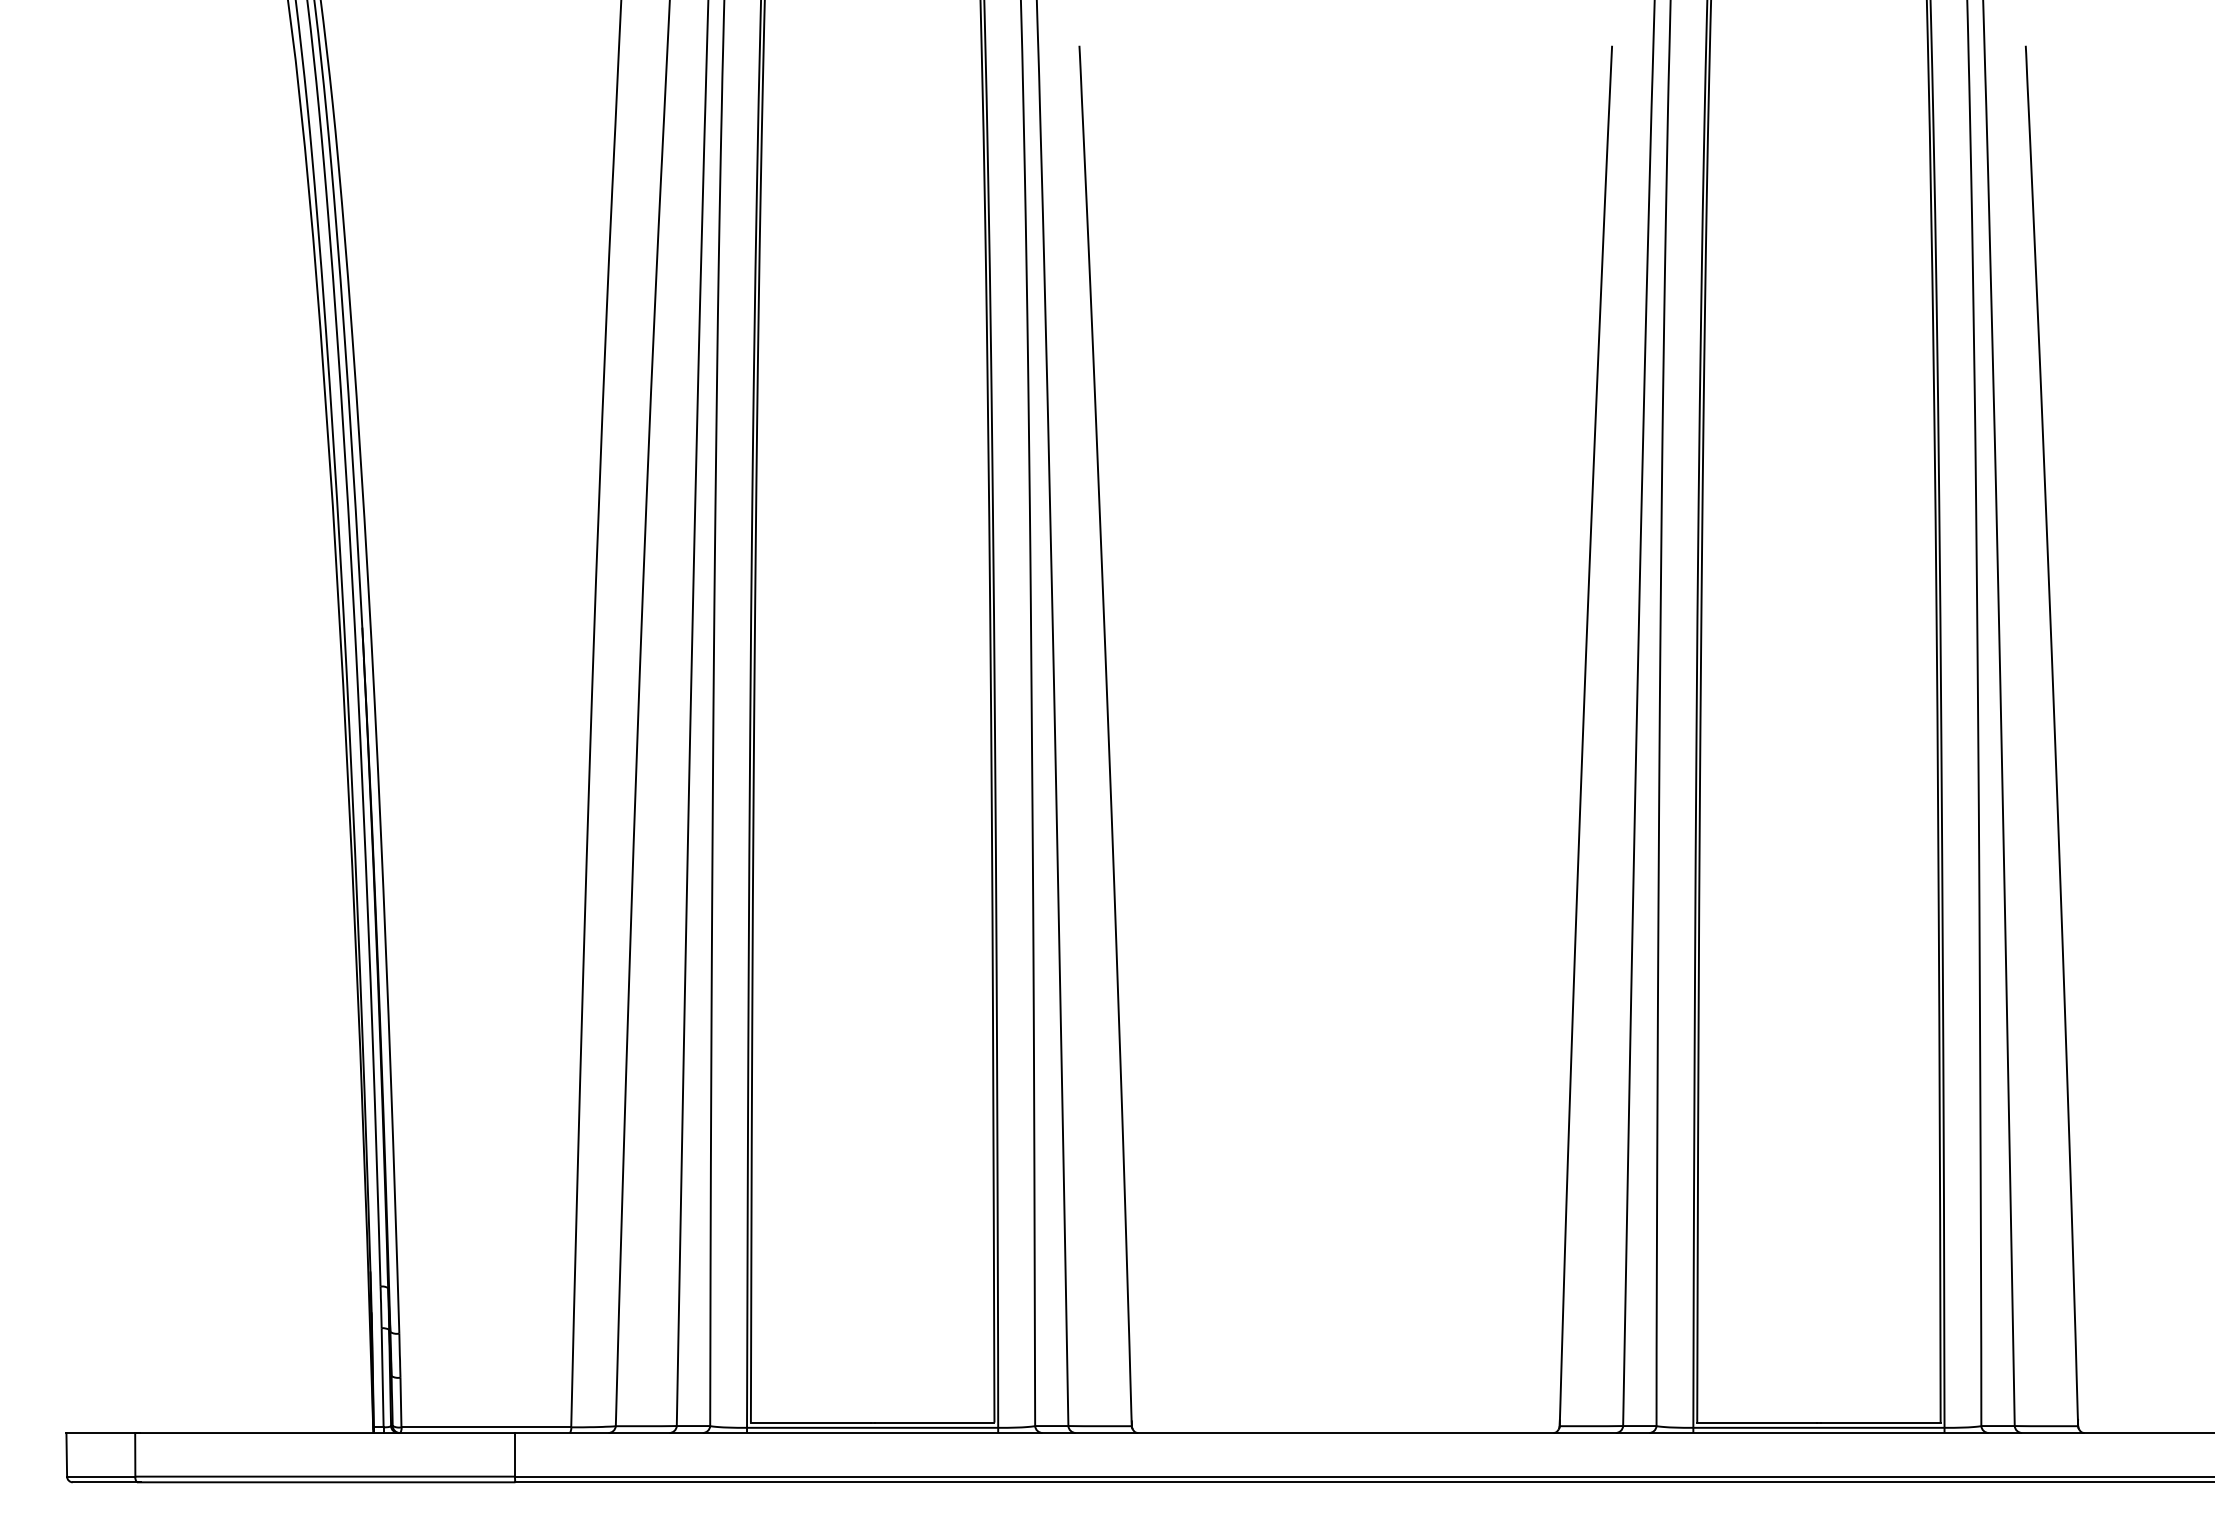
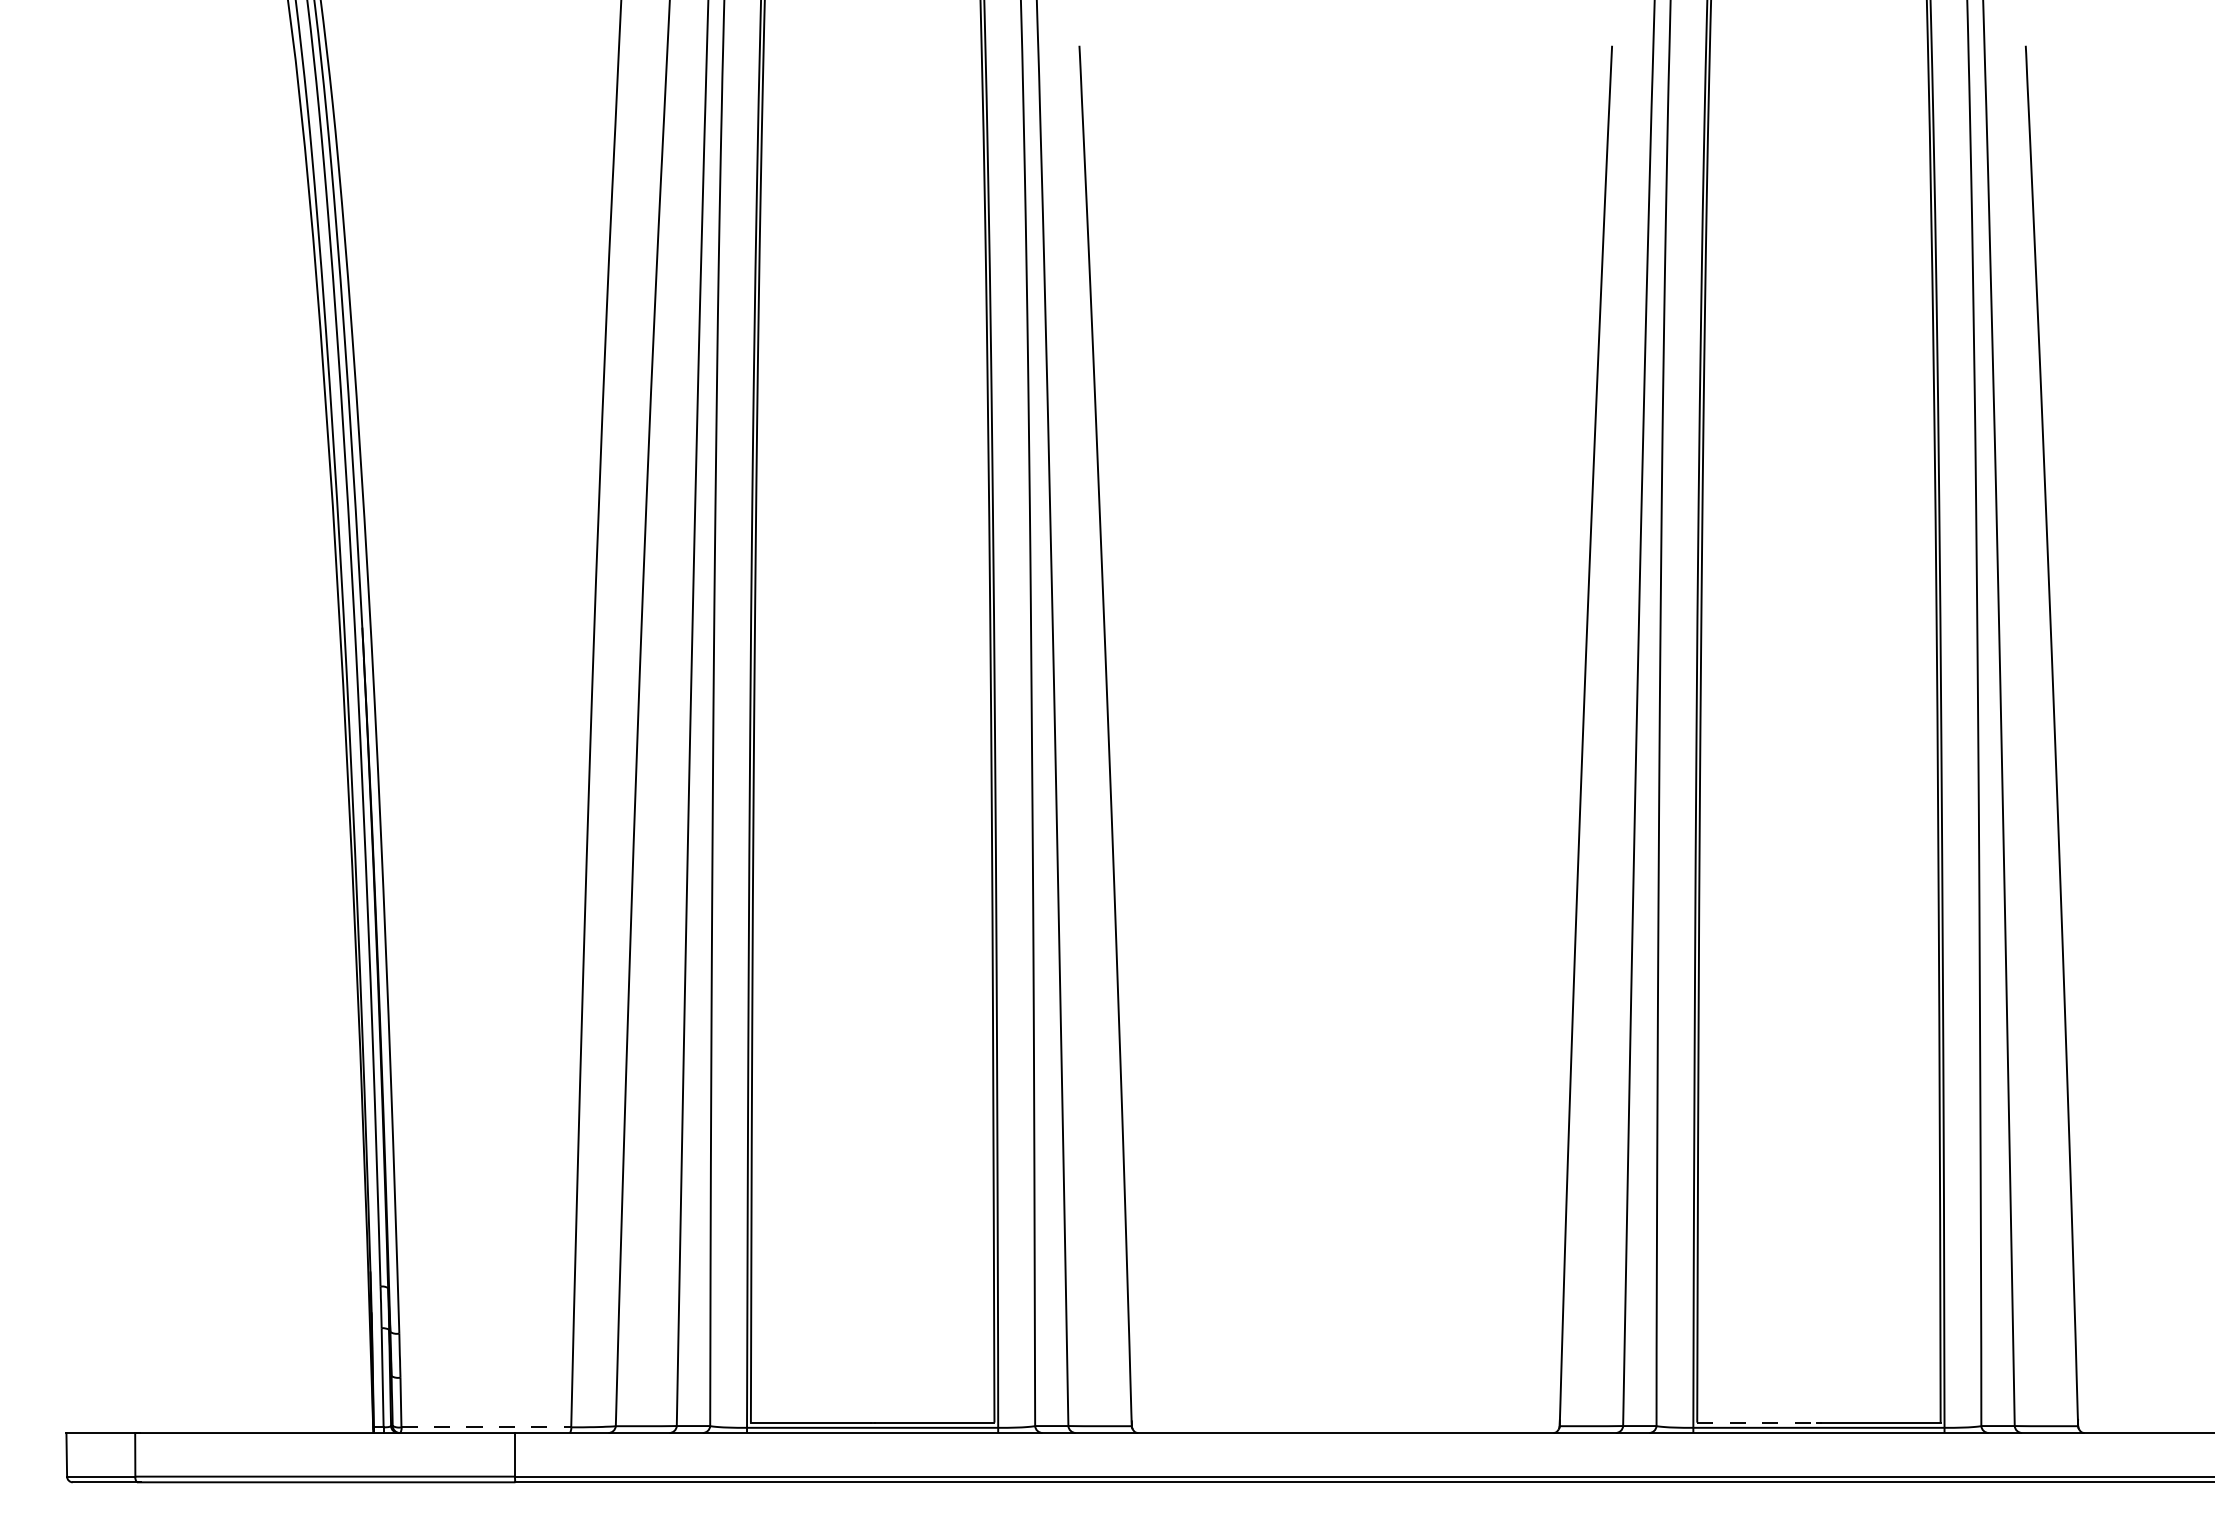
line at (1757, 1422): solid -> dashed
line at (485, 1427): solid -> dashed
